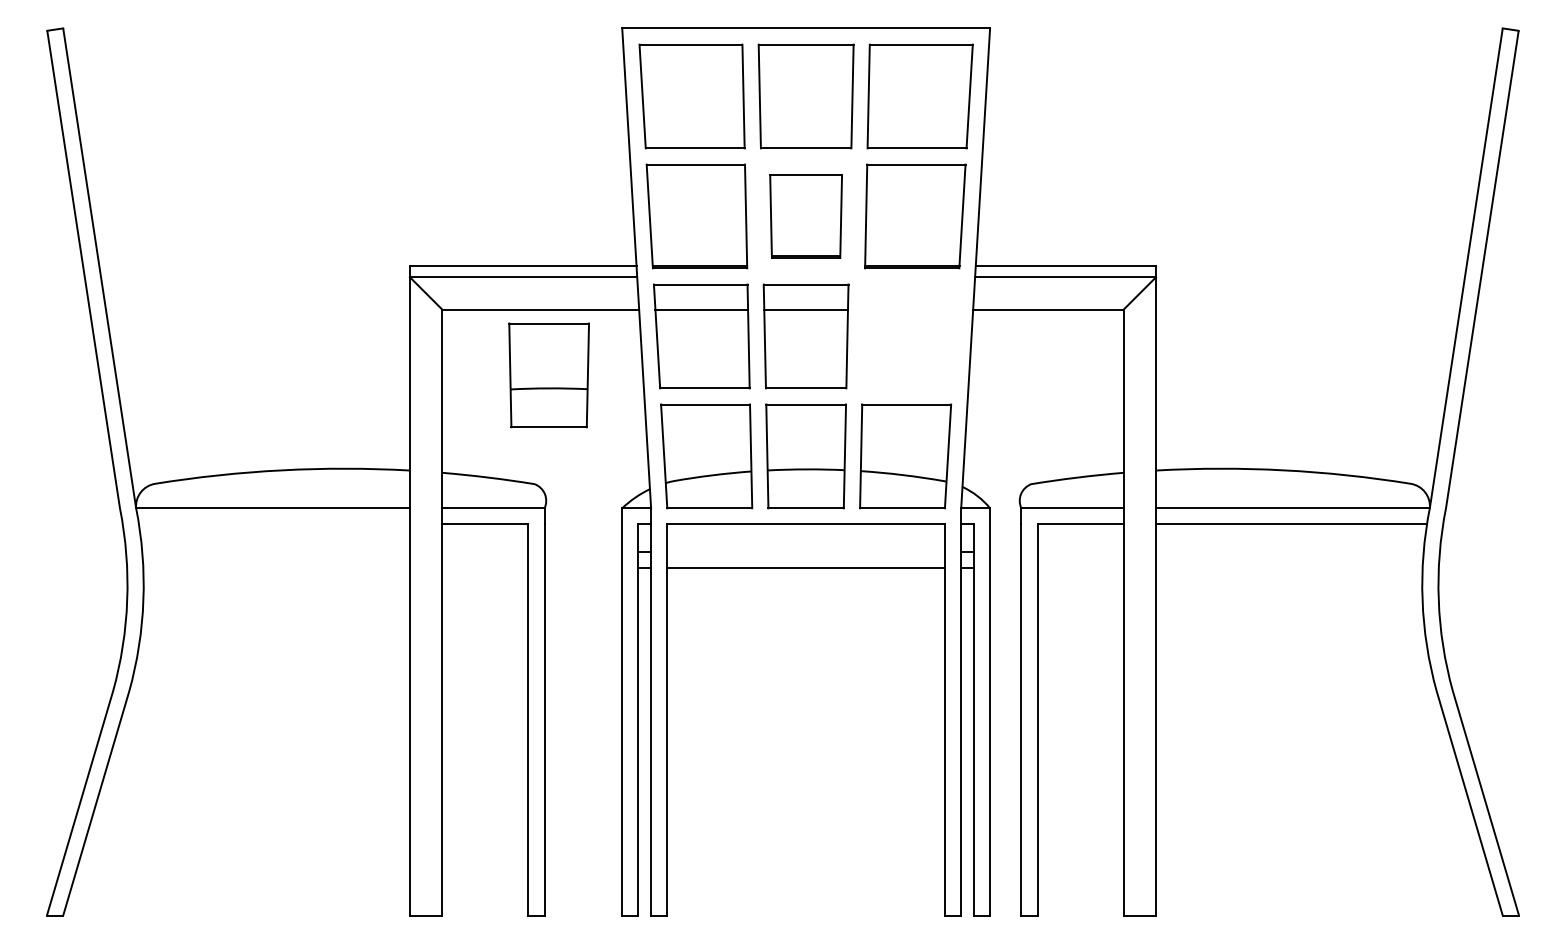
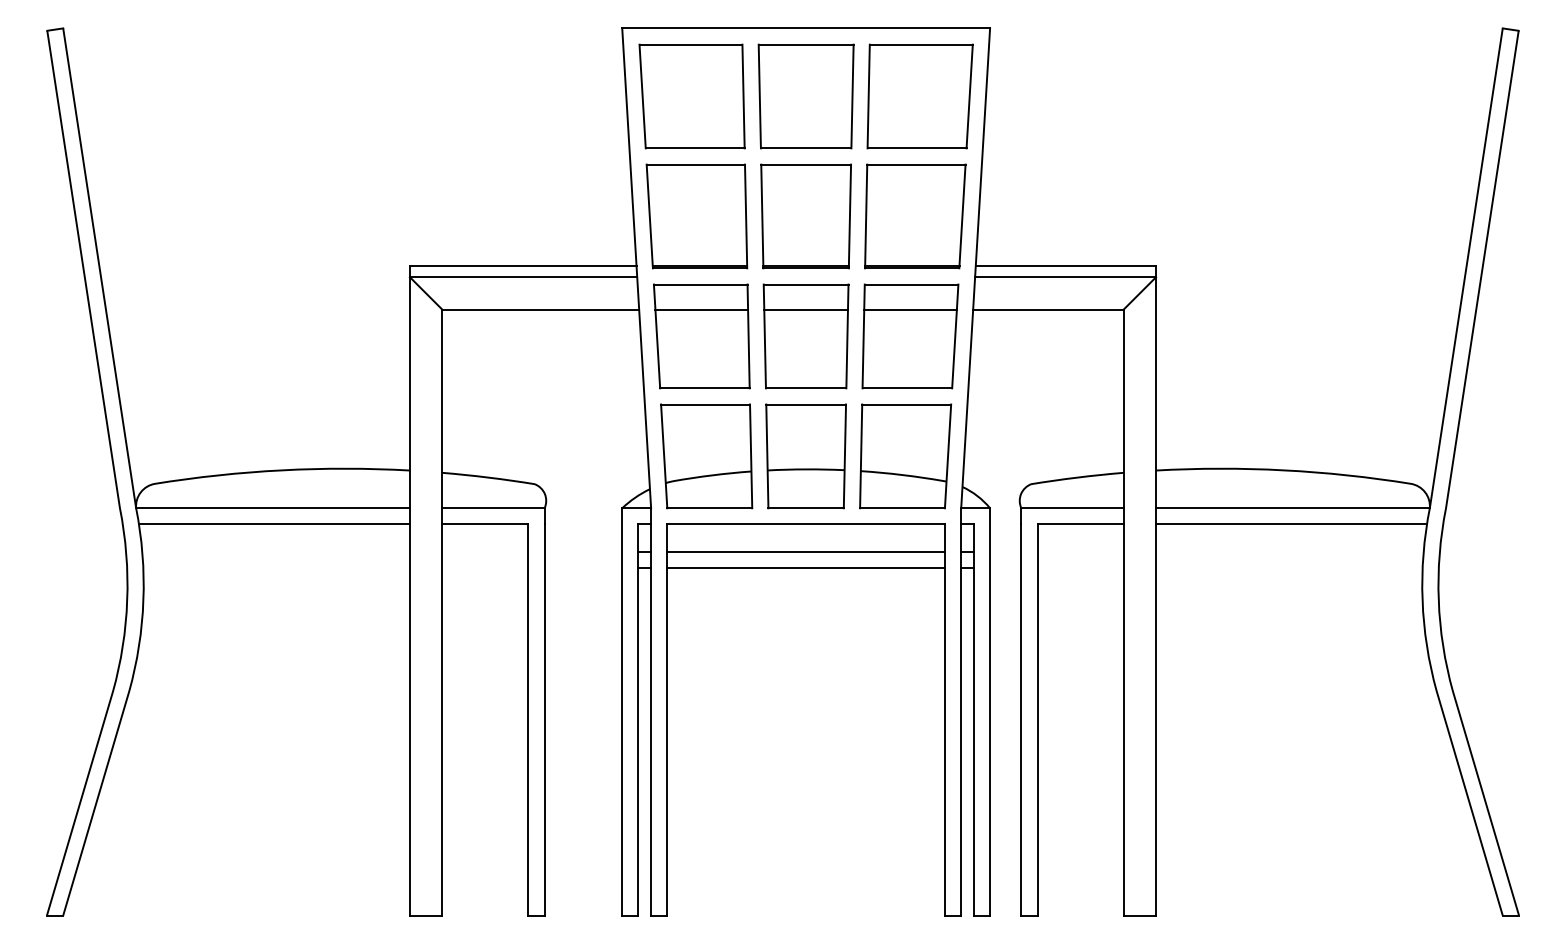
part at (805, 216) size: 74x85 px -> 92x107 px
part at (910, 336): none -> present
part at (548, 375): present -> none
line at (274, 524): none -> present
line at (805, 551): none -> present
